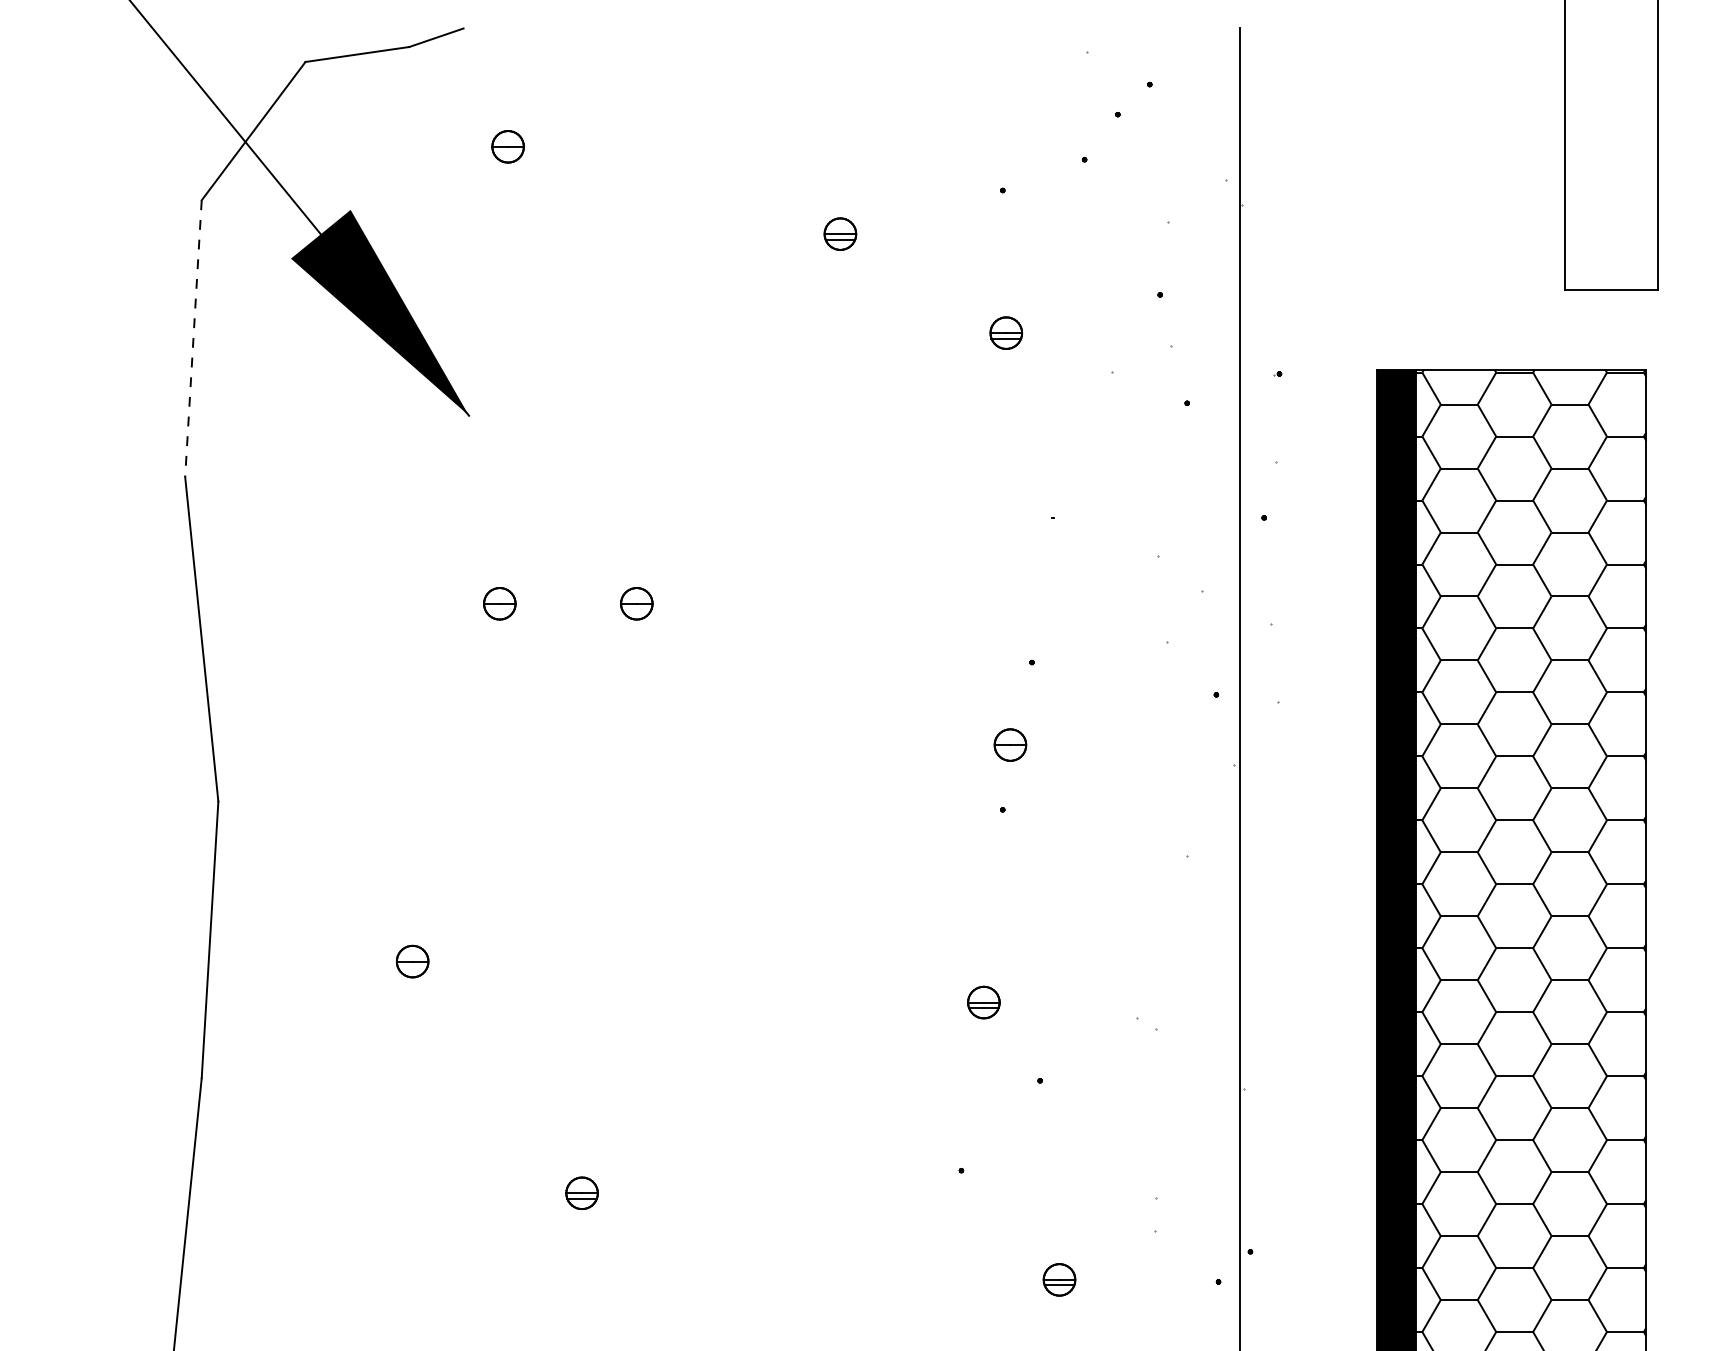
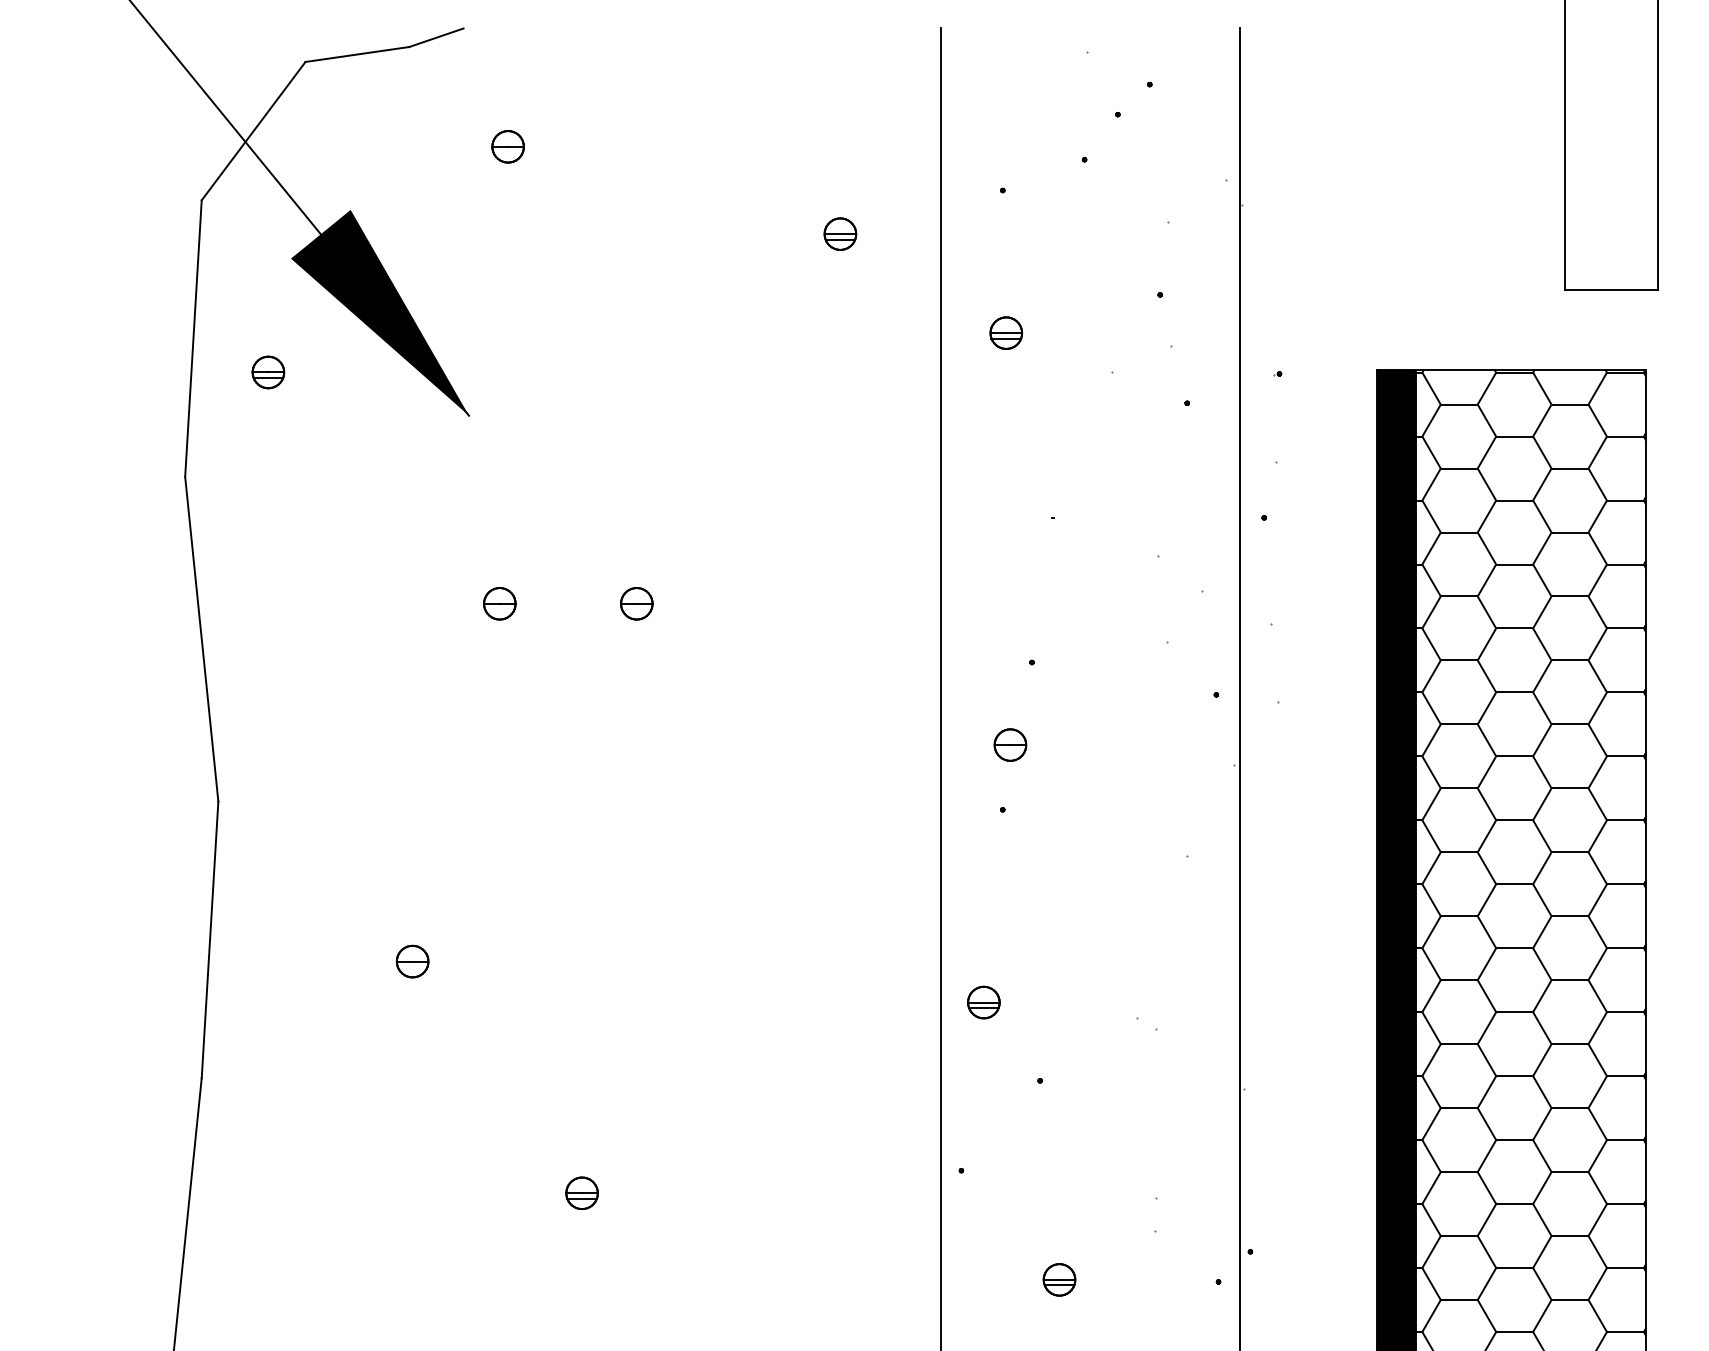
line at (193, 338): dashed -> solid
part at (268, 372): none -> present
line at (940, 687): none -> present
